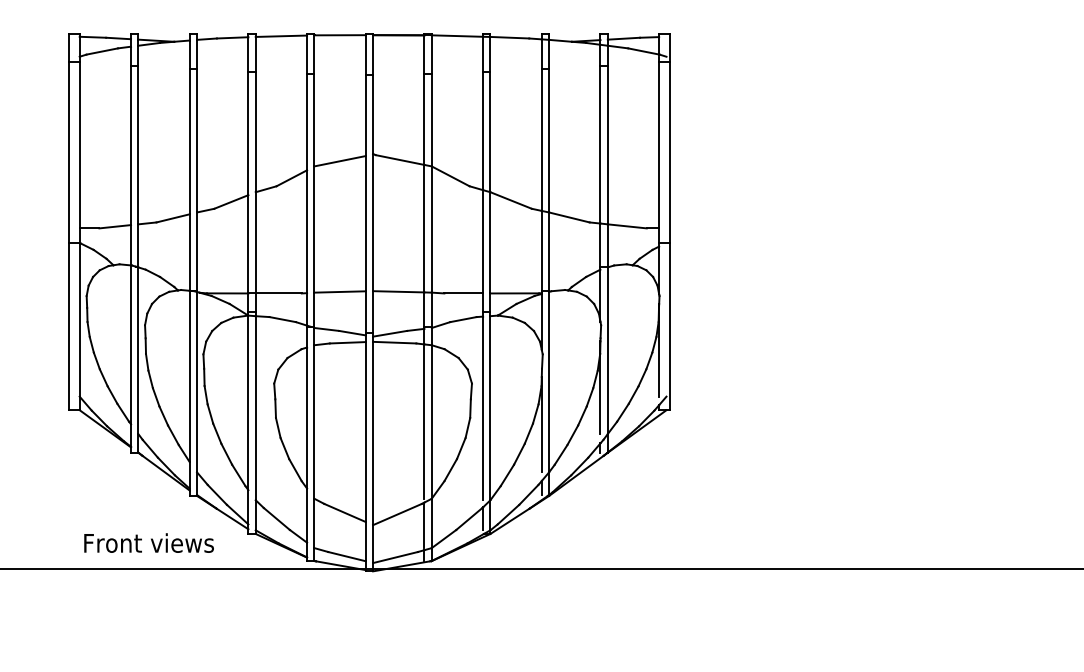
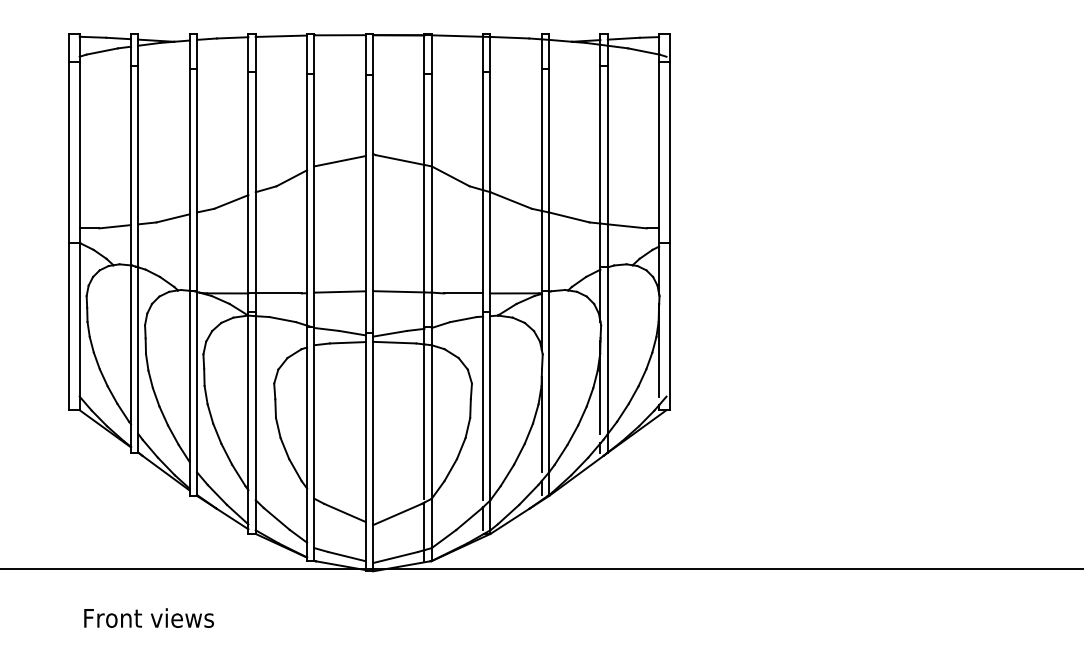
text at (148, 542) position: (148, 542) -> (148, 617)
